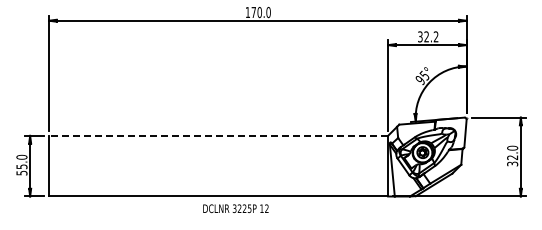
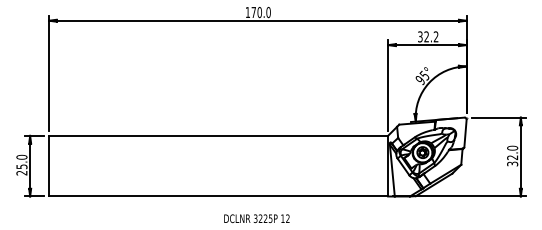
line at (218, 135): dashed -> solid
text at (21, 172): 55.0 -> 25.0
text at (235, 208) position: (235, 208) -> (256, 218)
